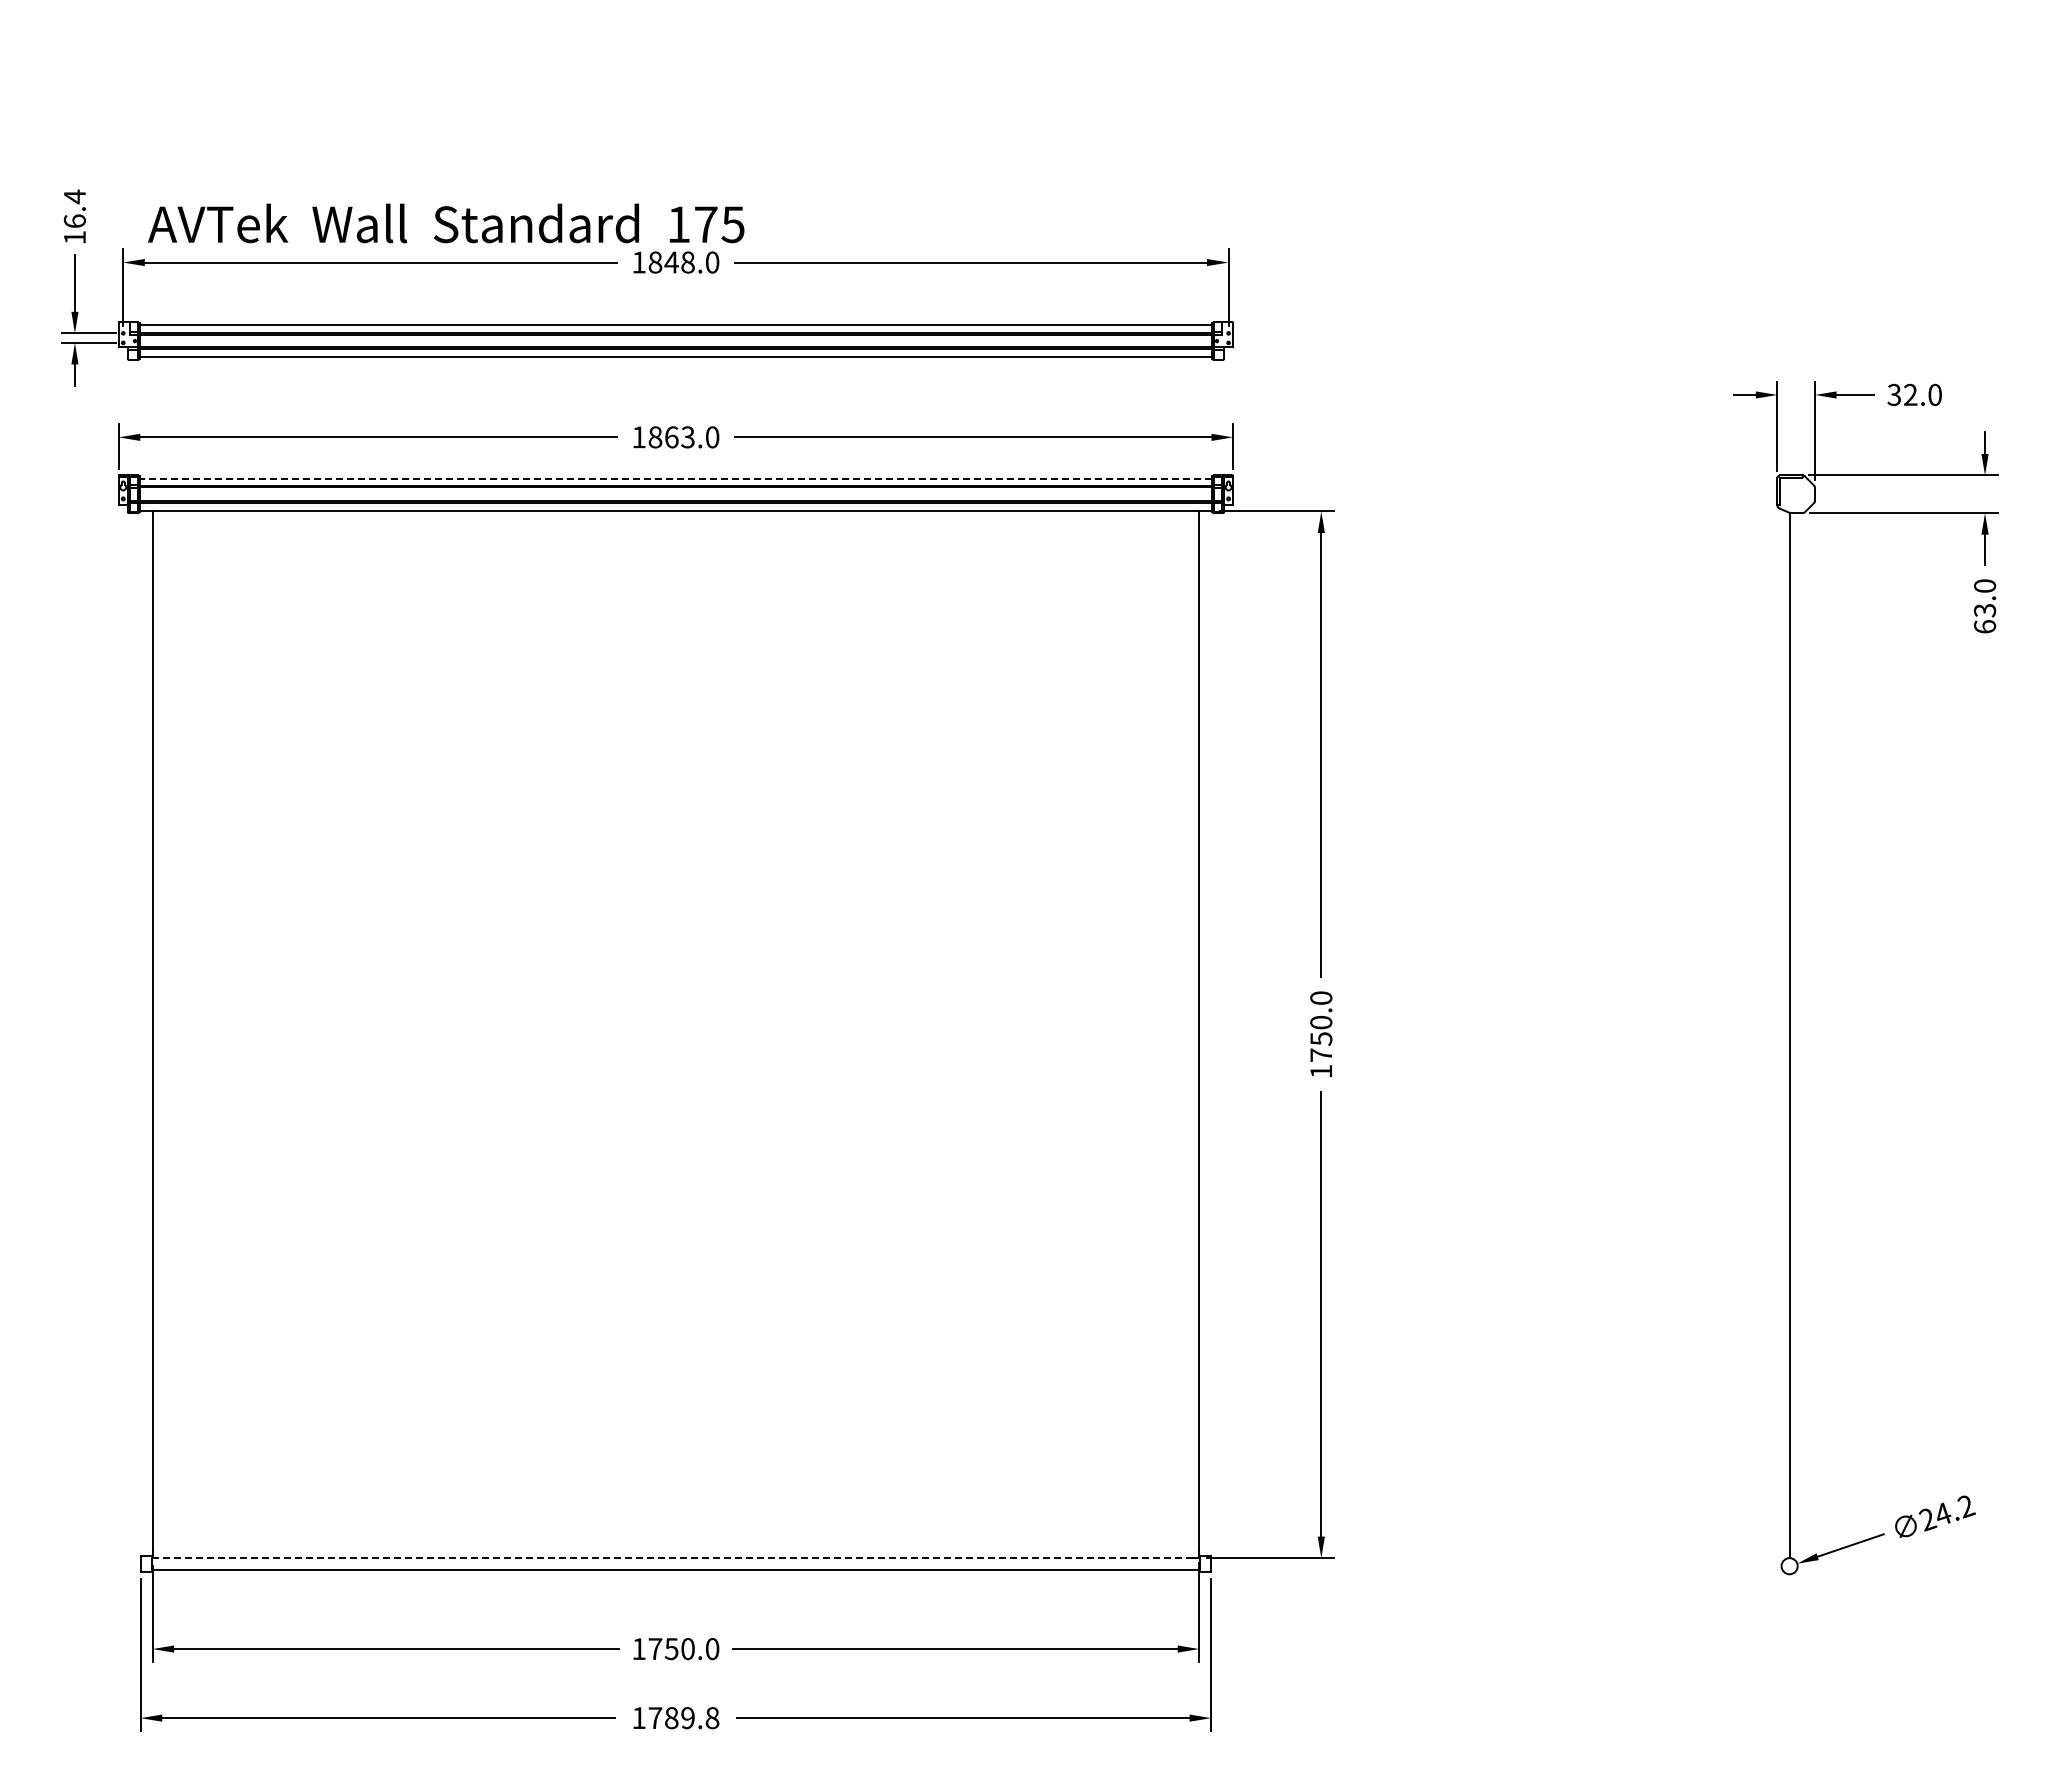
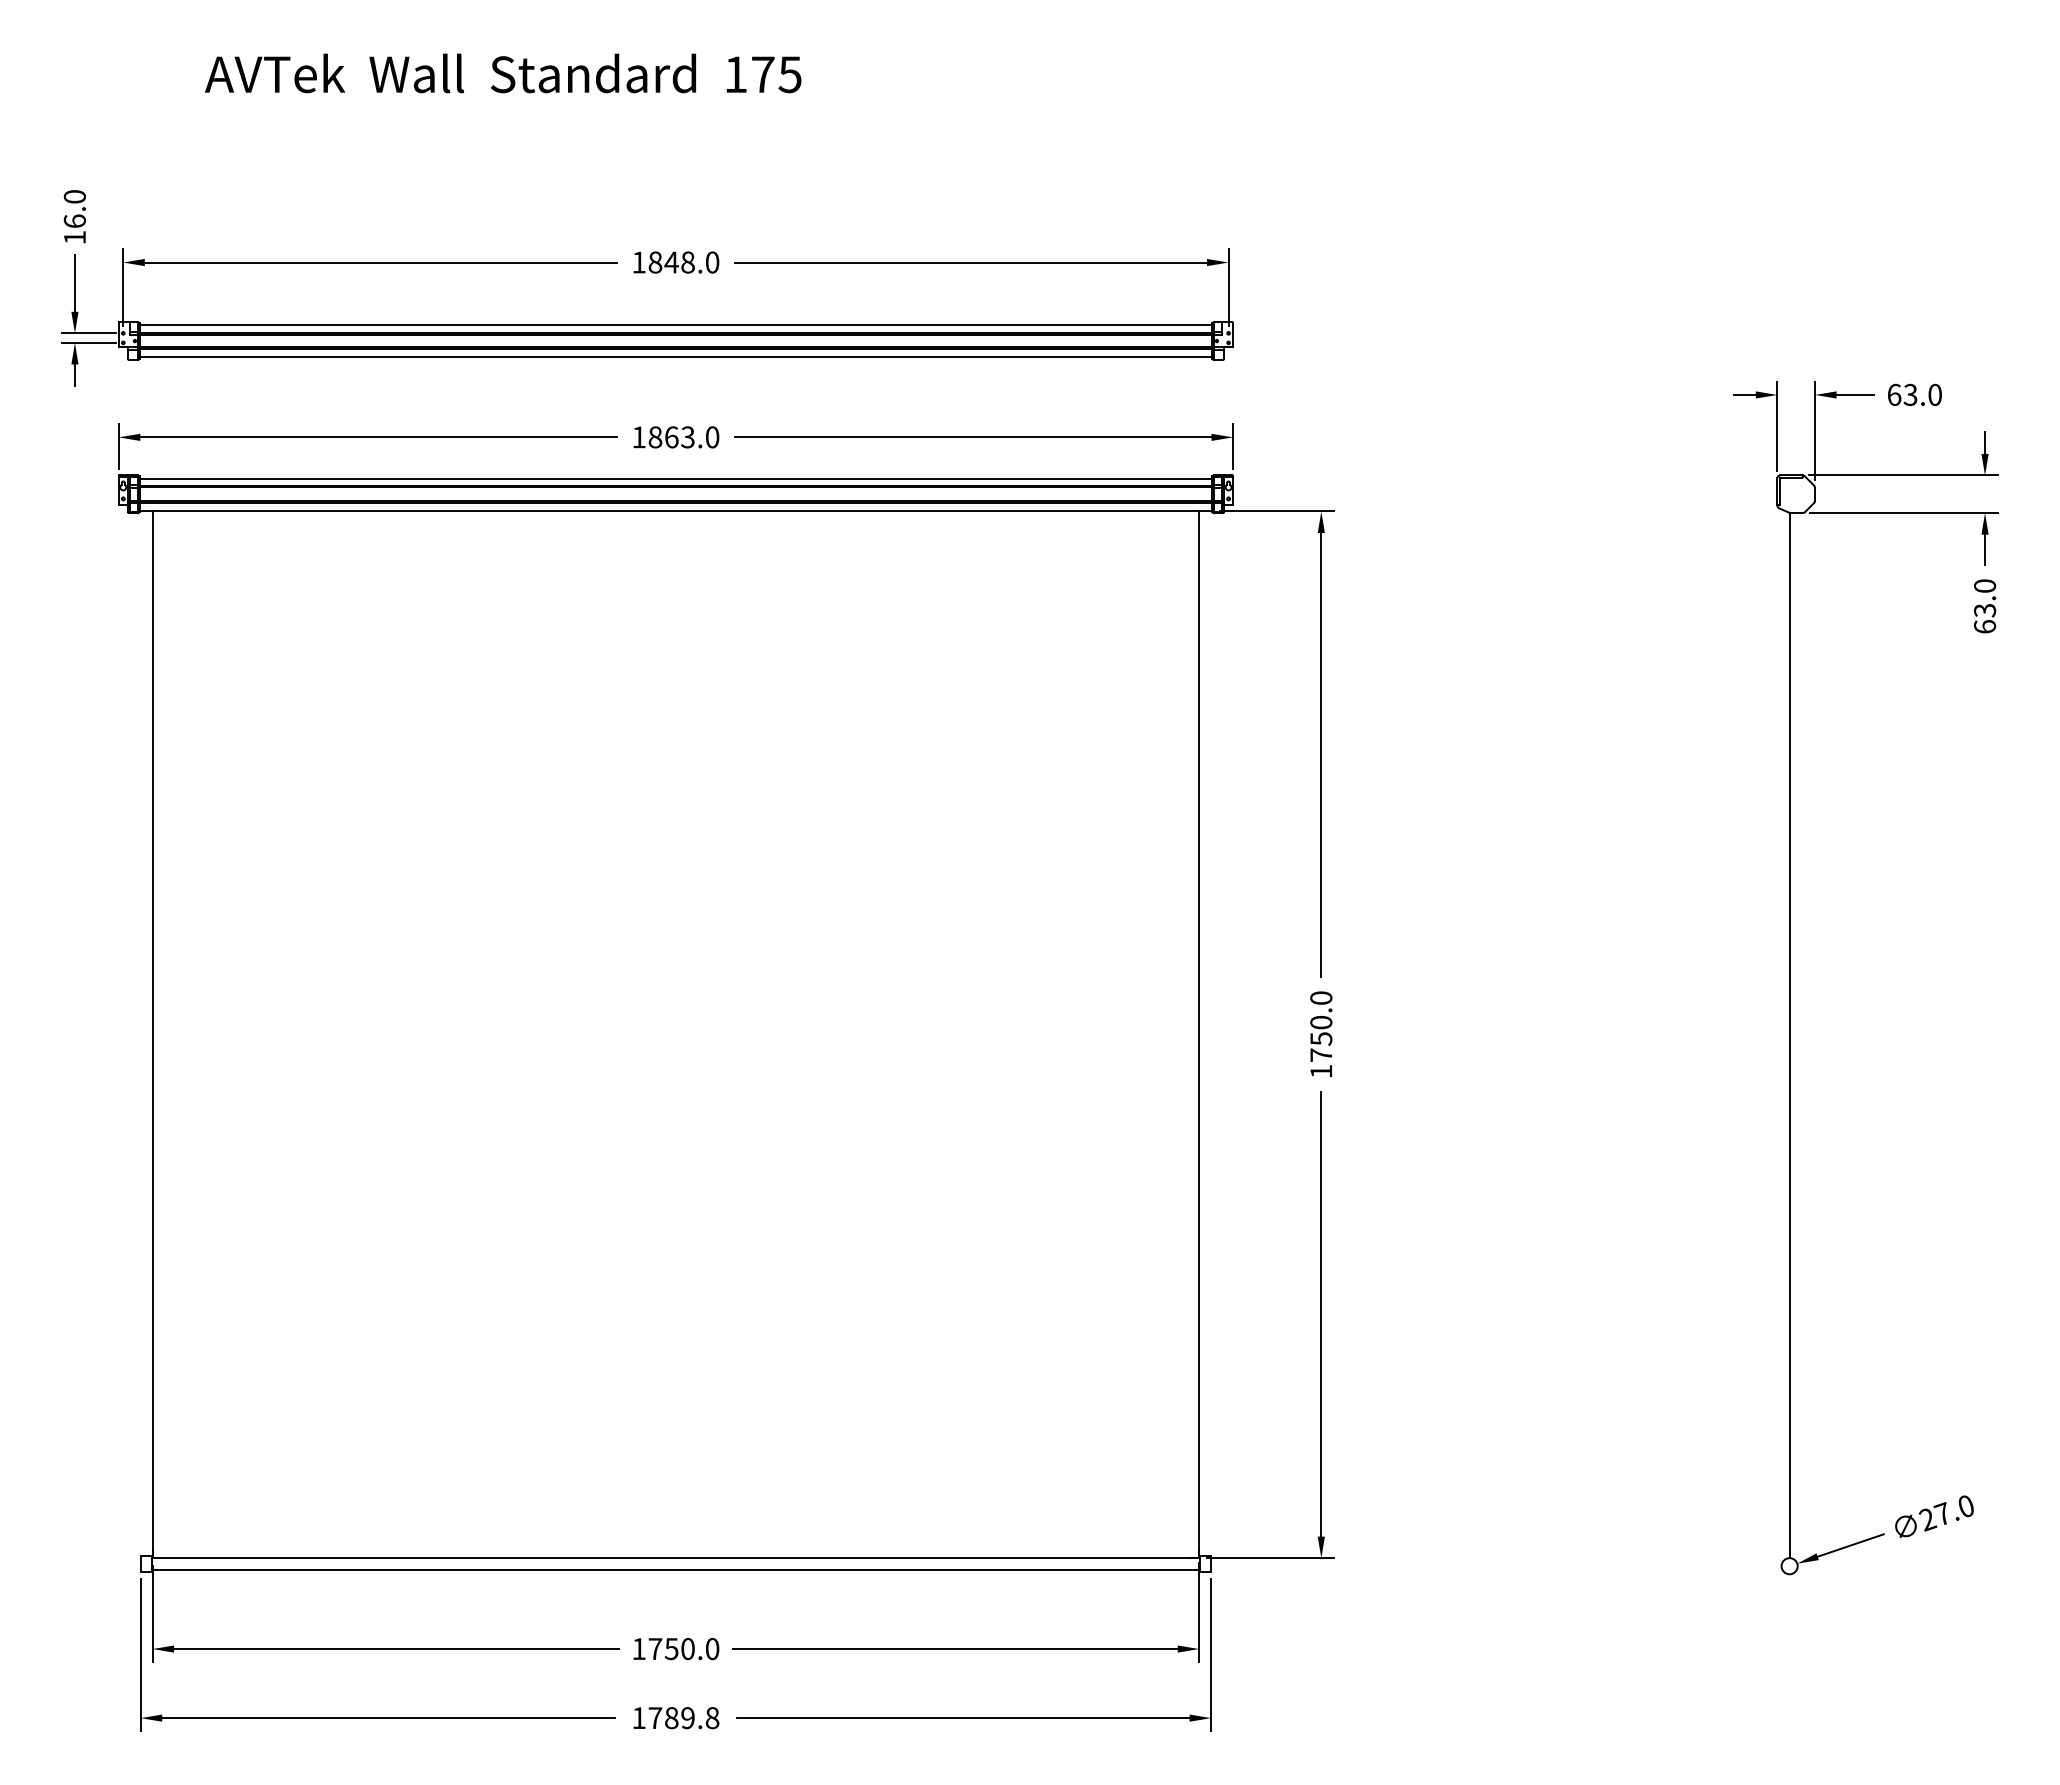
text at (74, 196): 16.4 -> 16.0
text at (446, 223) position: (446, 223) -> (503, 73)
text at (1902, 394): 32.0 -> 63.0
line at (675, 479): dashed -> solid
text at (1954, 1509): 24.2 -> 27.0
line at (675, 1558): dashed -> solid
